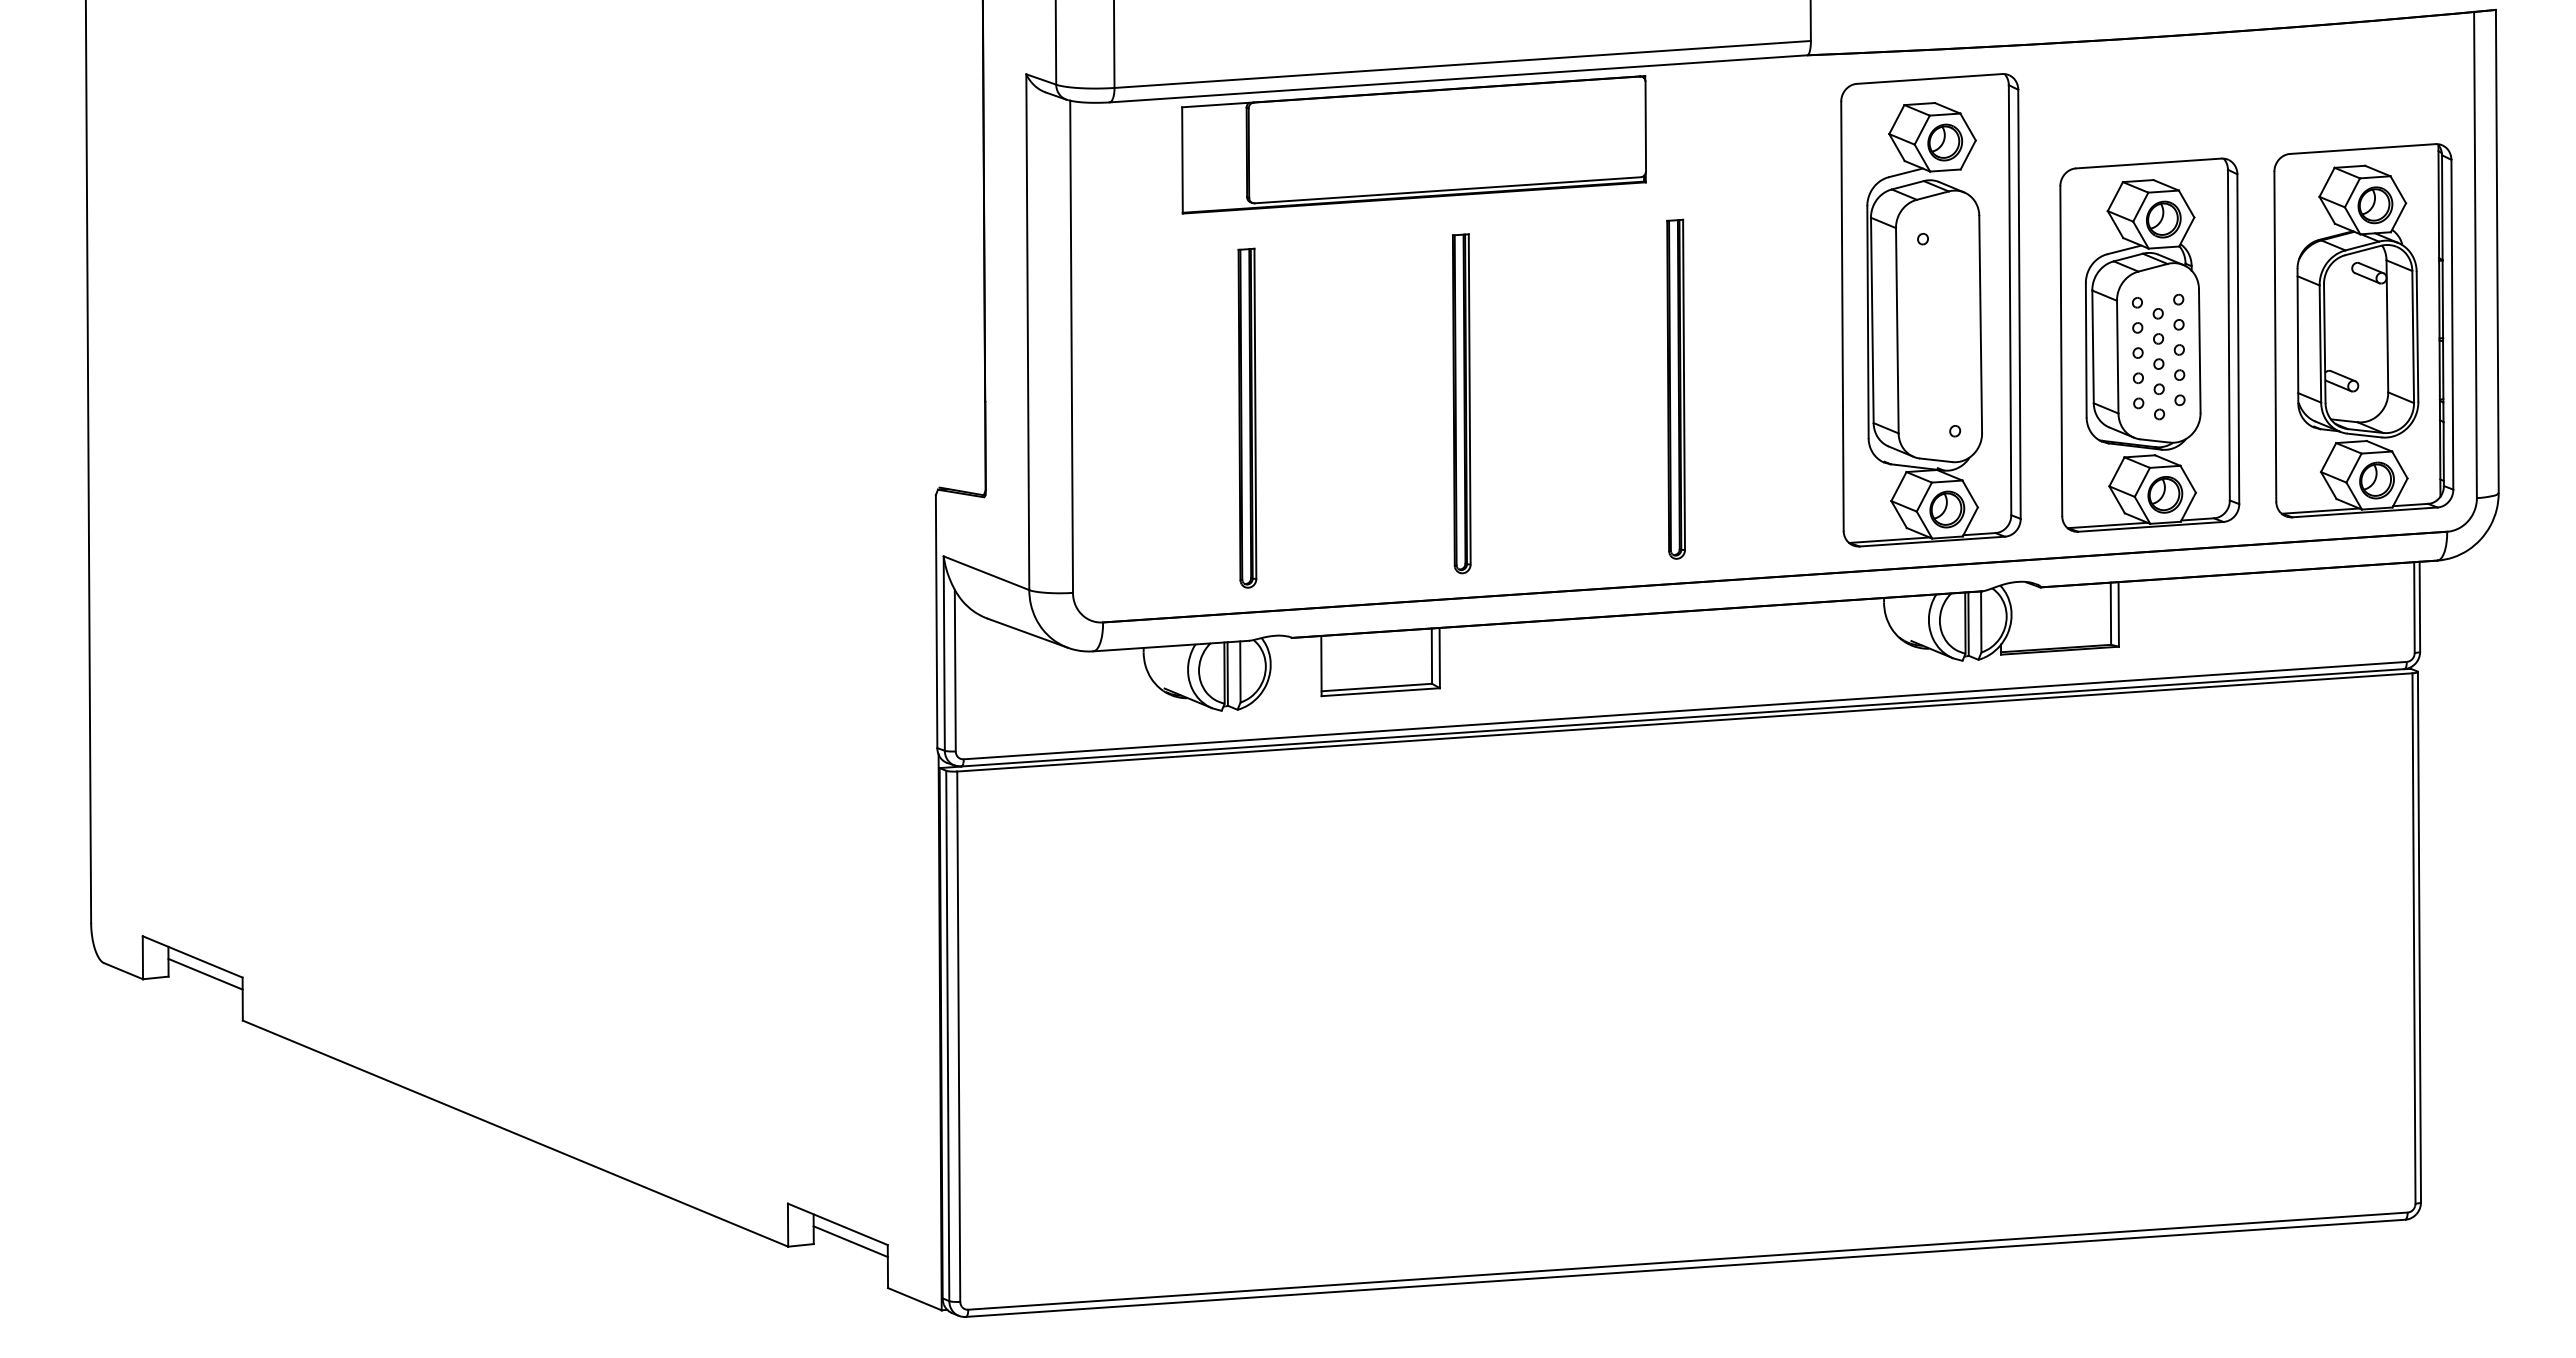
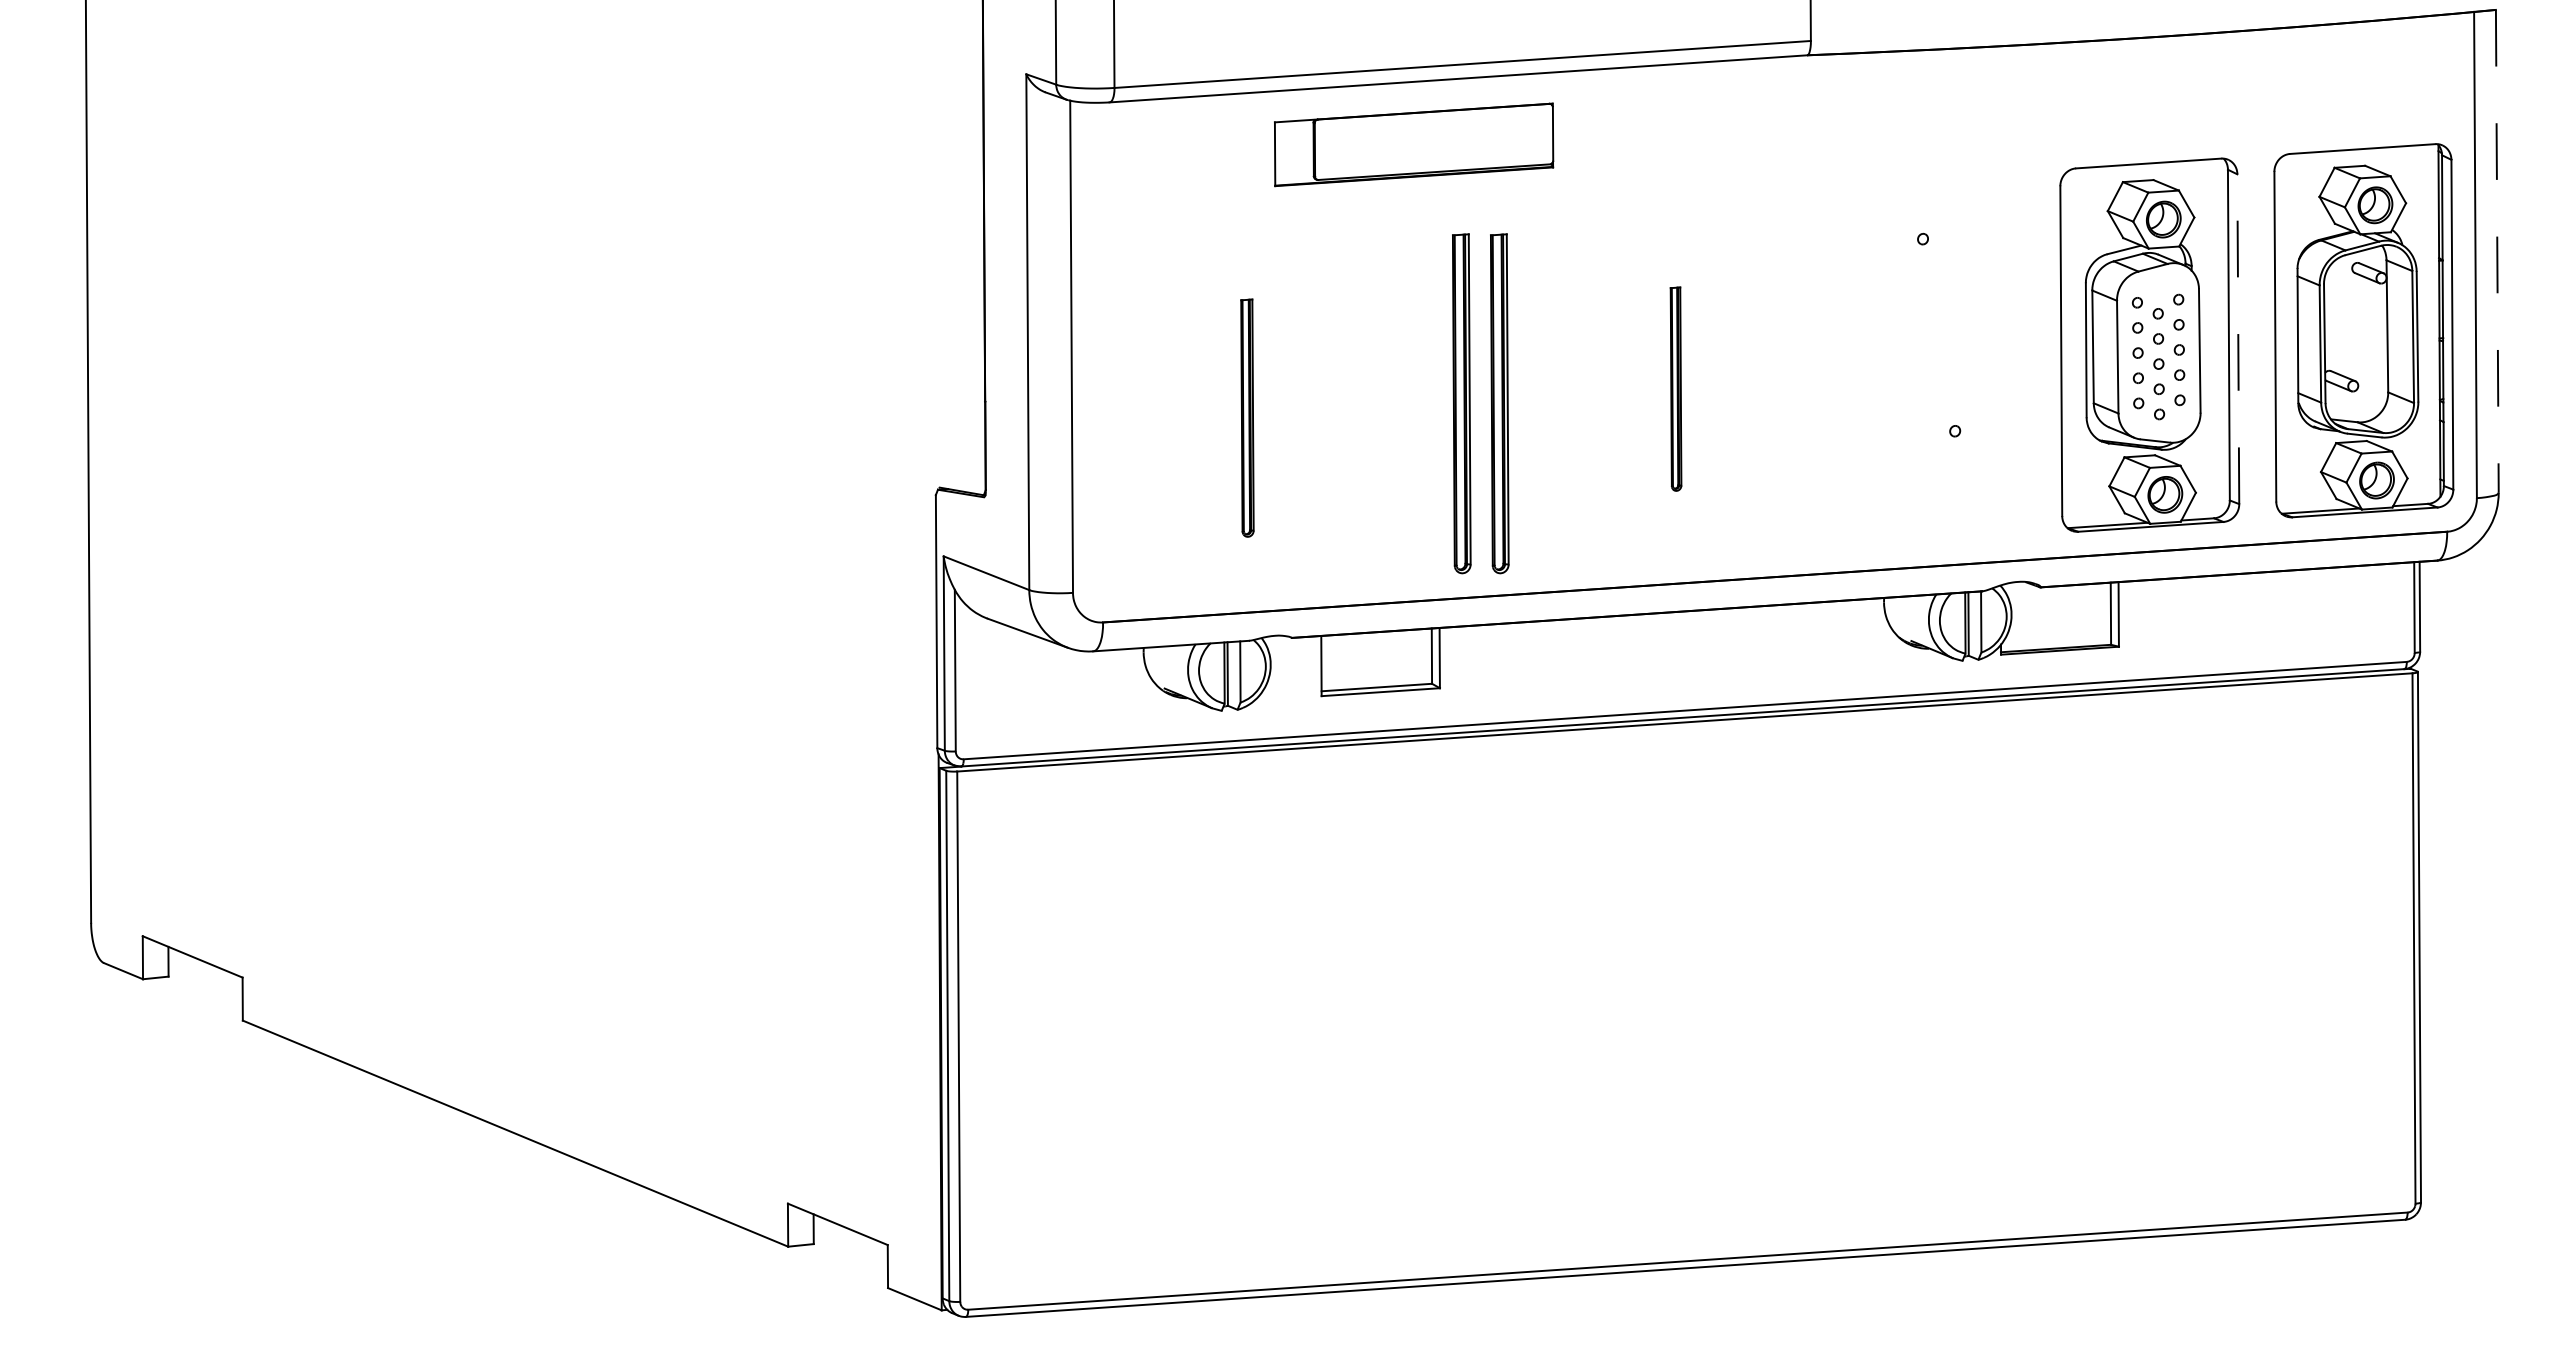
part at (1413, 144) size: 466x140 px -> 281x86 px
line at (2497, 251): solid -> dashed
part at (1930, 310): present -> none
line at (2238, 339): solid -> dashed
part at (1675, 388) size: 20x342 px -> 14x206 px
part at (1499, 403): none -> present
part at (1247, 417) size: 21x342 px -> 15x240 px
line at (205, 973): present -> none
line at (850, 1241): present -> none
